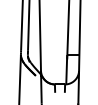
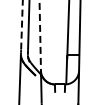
line at (21, 25): solid -> dashed
line at (40, 38): solid -> dashed
